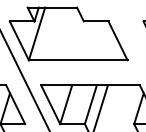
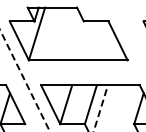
line at (24, 80): solid -> dashed
line at (101, 107): solid -> dashed
